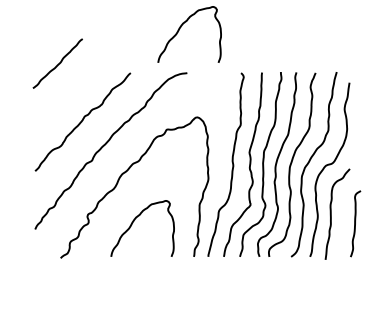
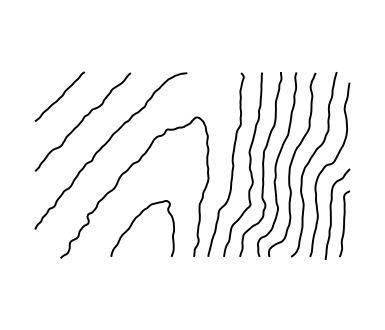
curve at (181, 27): present -> none
curve at (58, 63) position: (58, 63) -> (60, 96)
curve at (355, 223) position: (355, 223) -> (344, 223)
